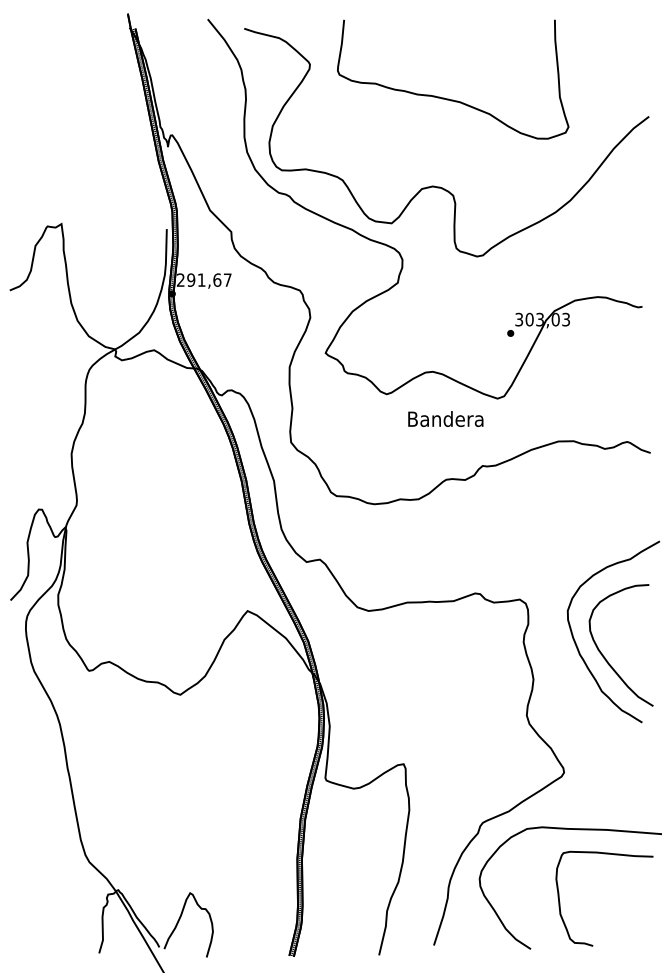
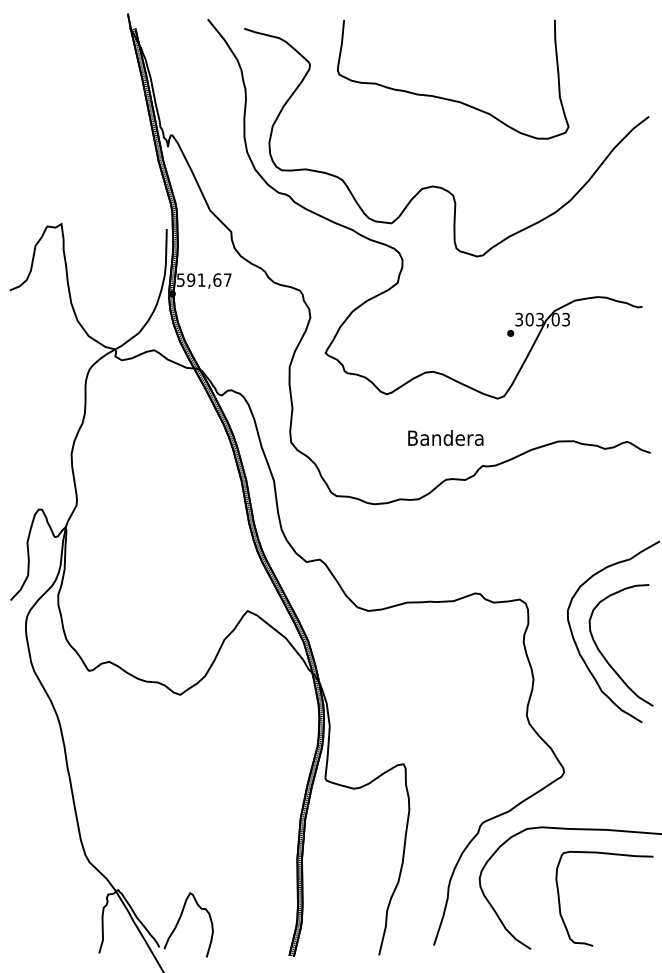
text at (180, 279): 291,67 -> 591,67
text at (445, 418) position: (445, 418) -> (445, 437)
